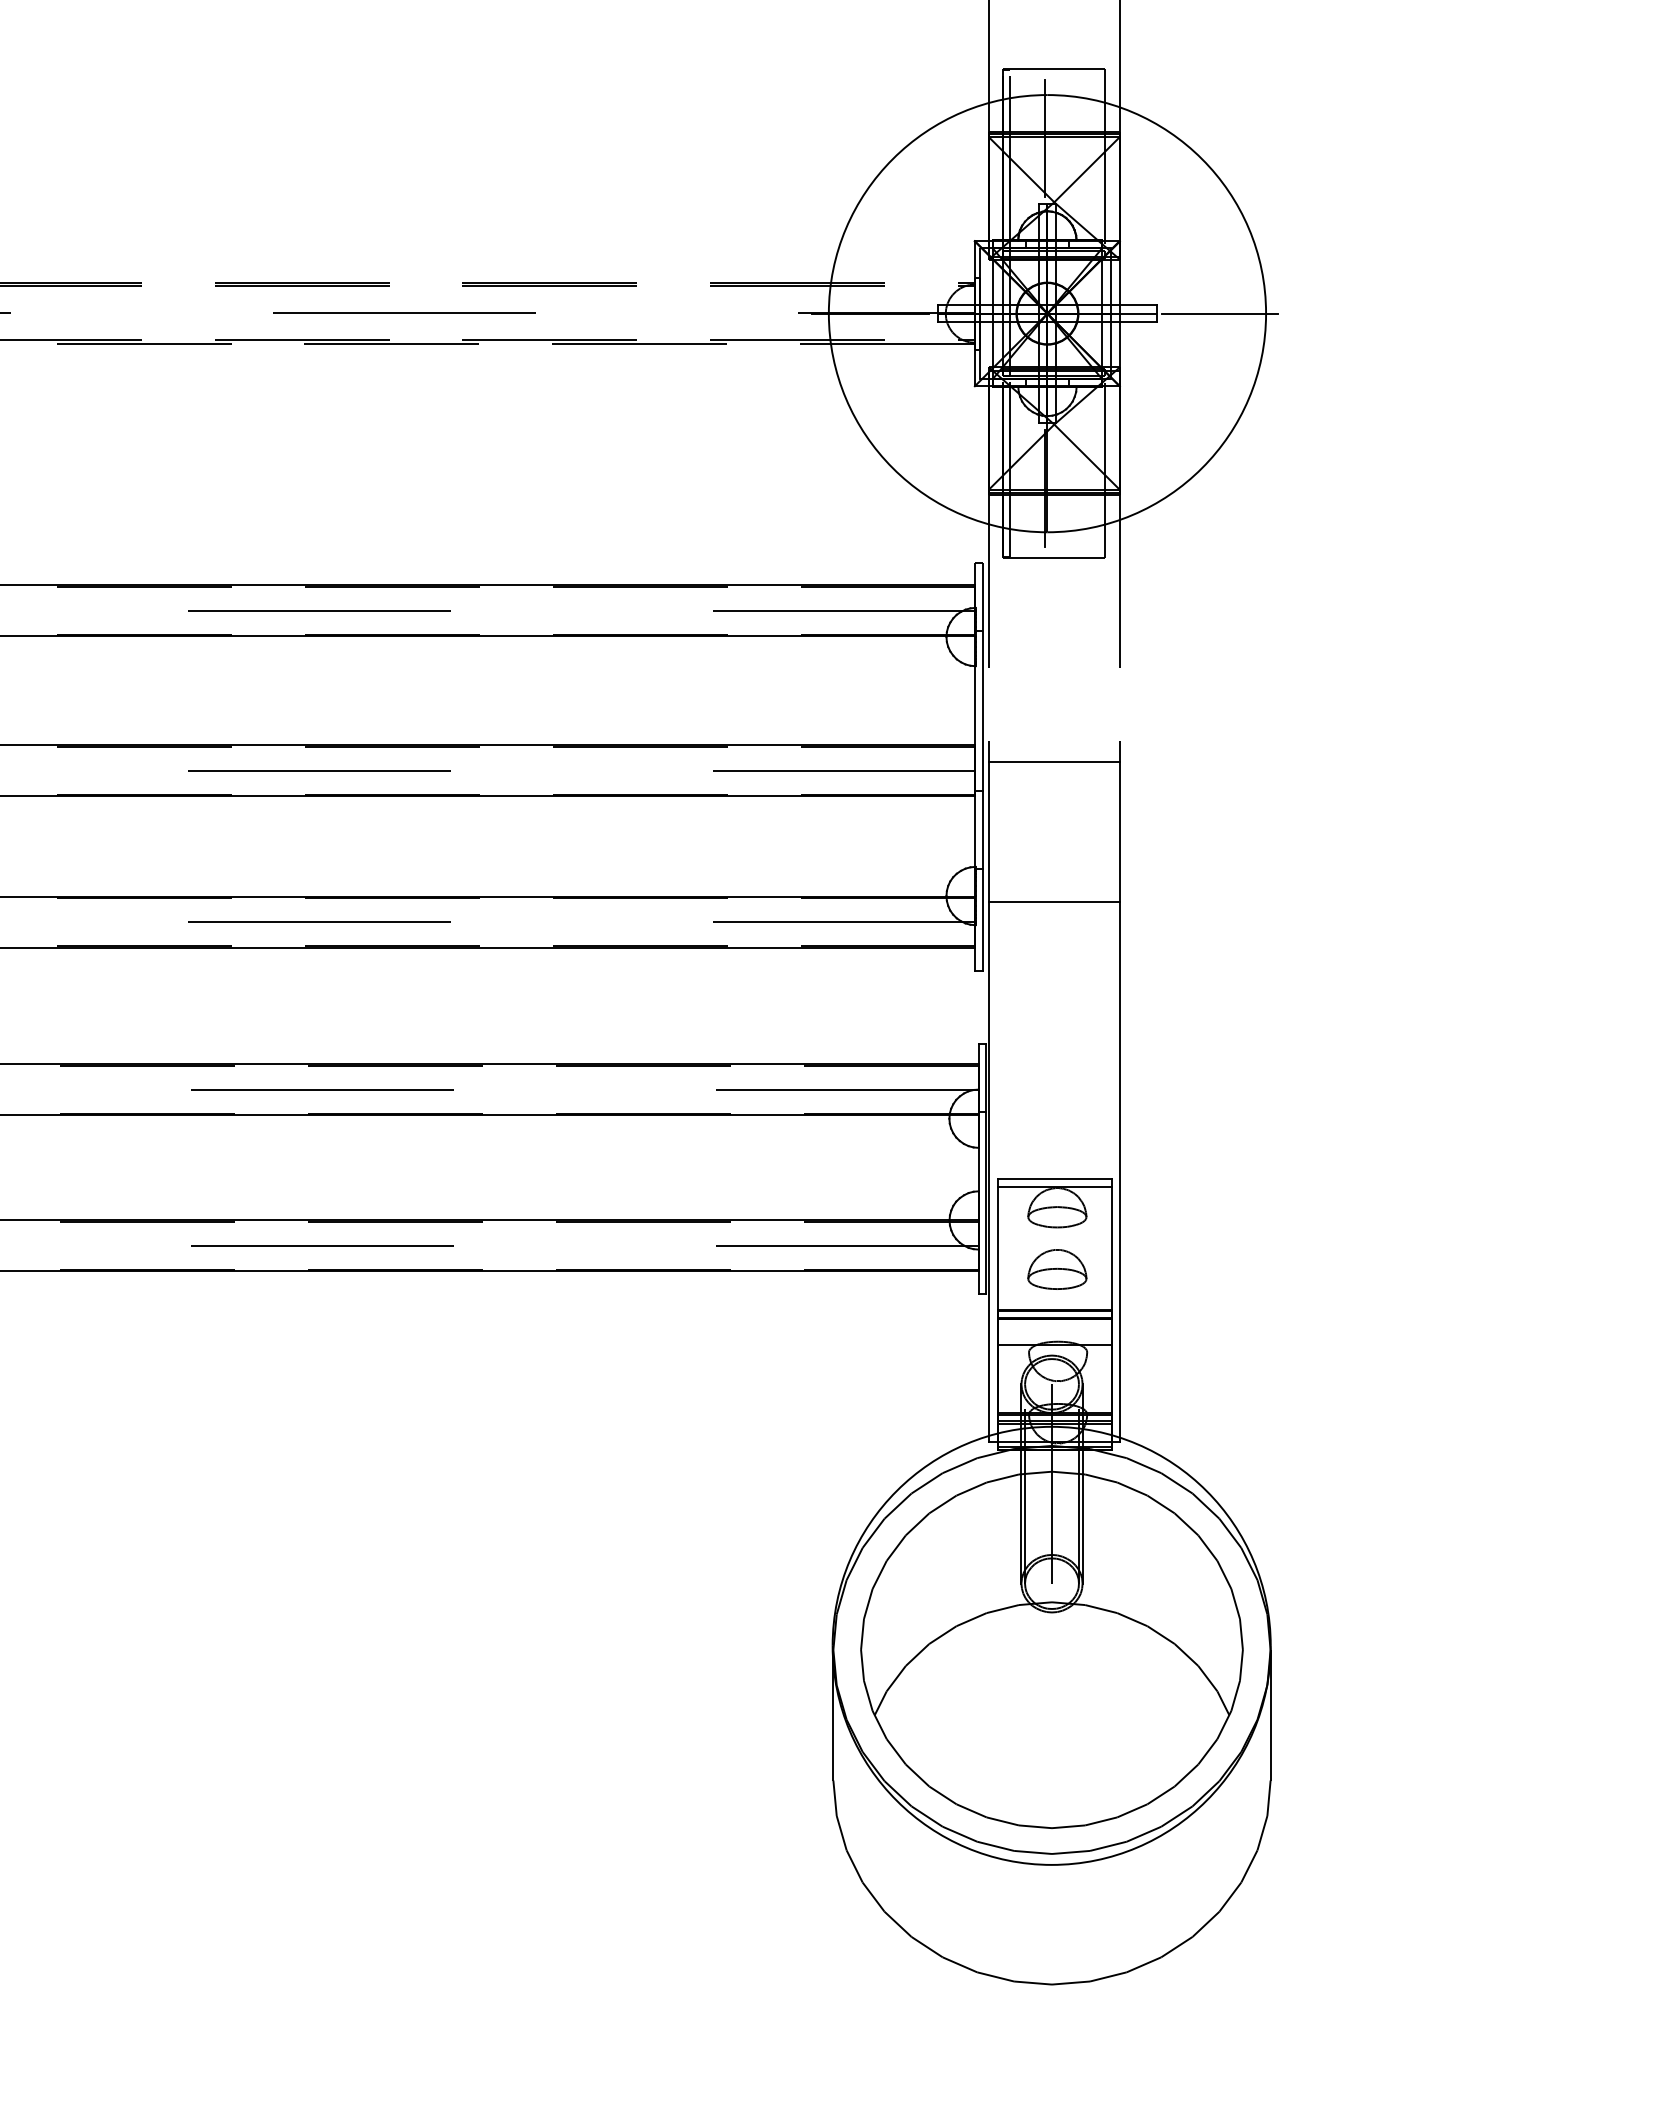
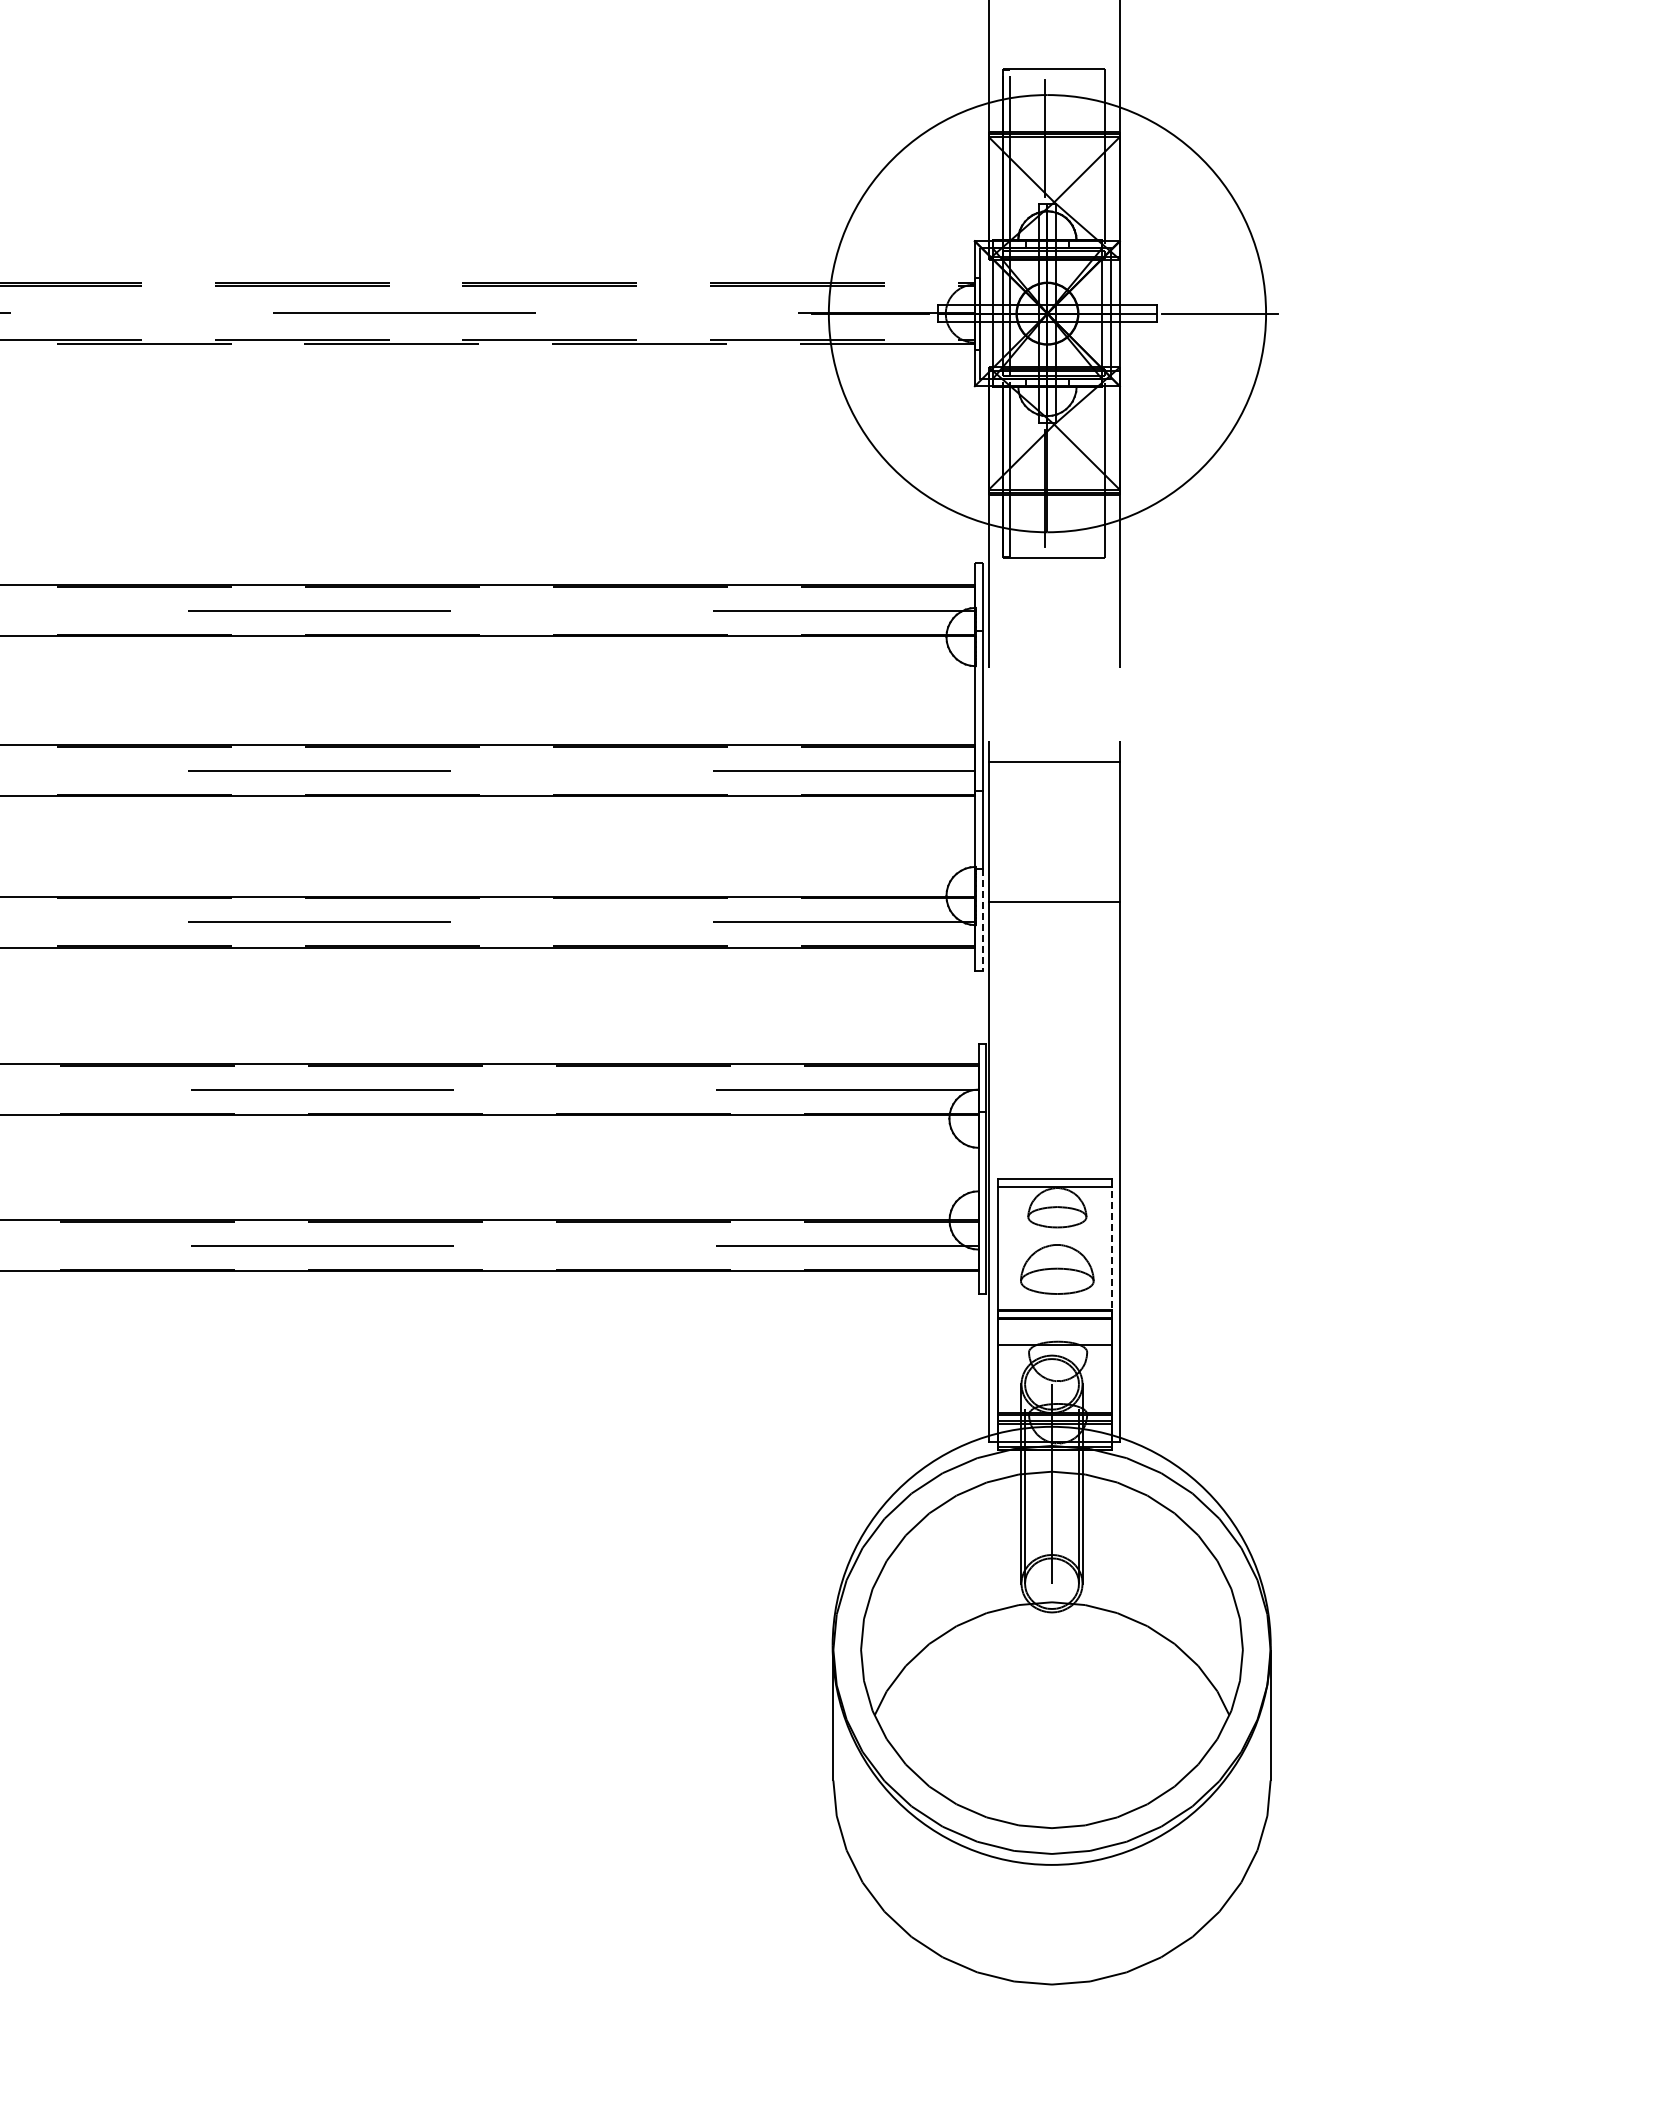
line at (982, 919): solid -> dashed
line at (1112, 1252): solid -> dashed
part at (1057, 1269) size: 61x41 px -> 75x51 px
